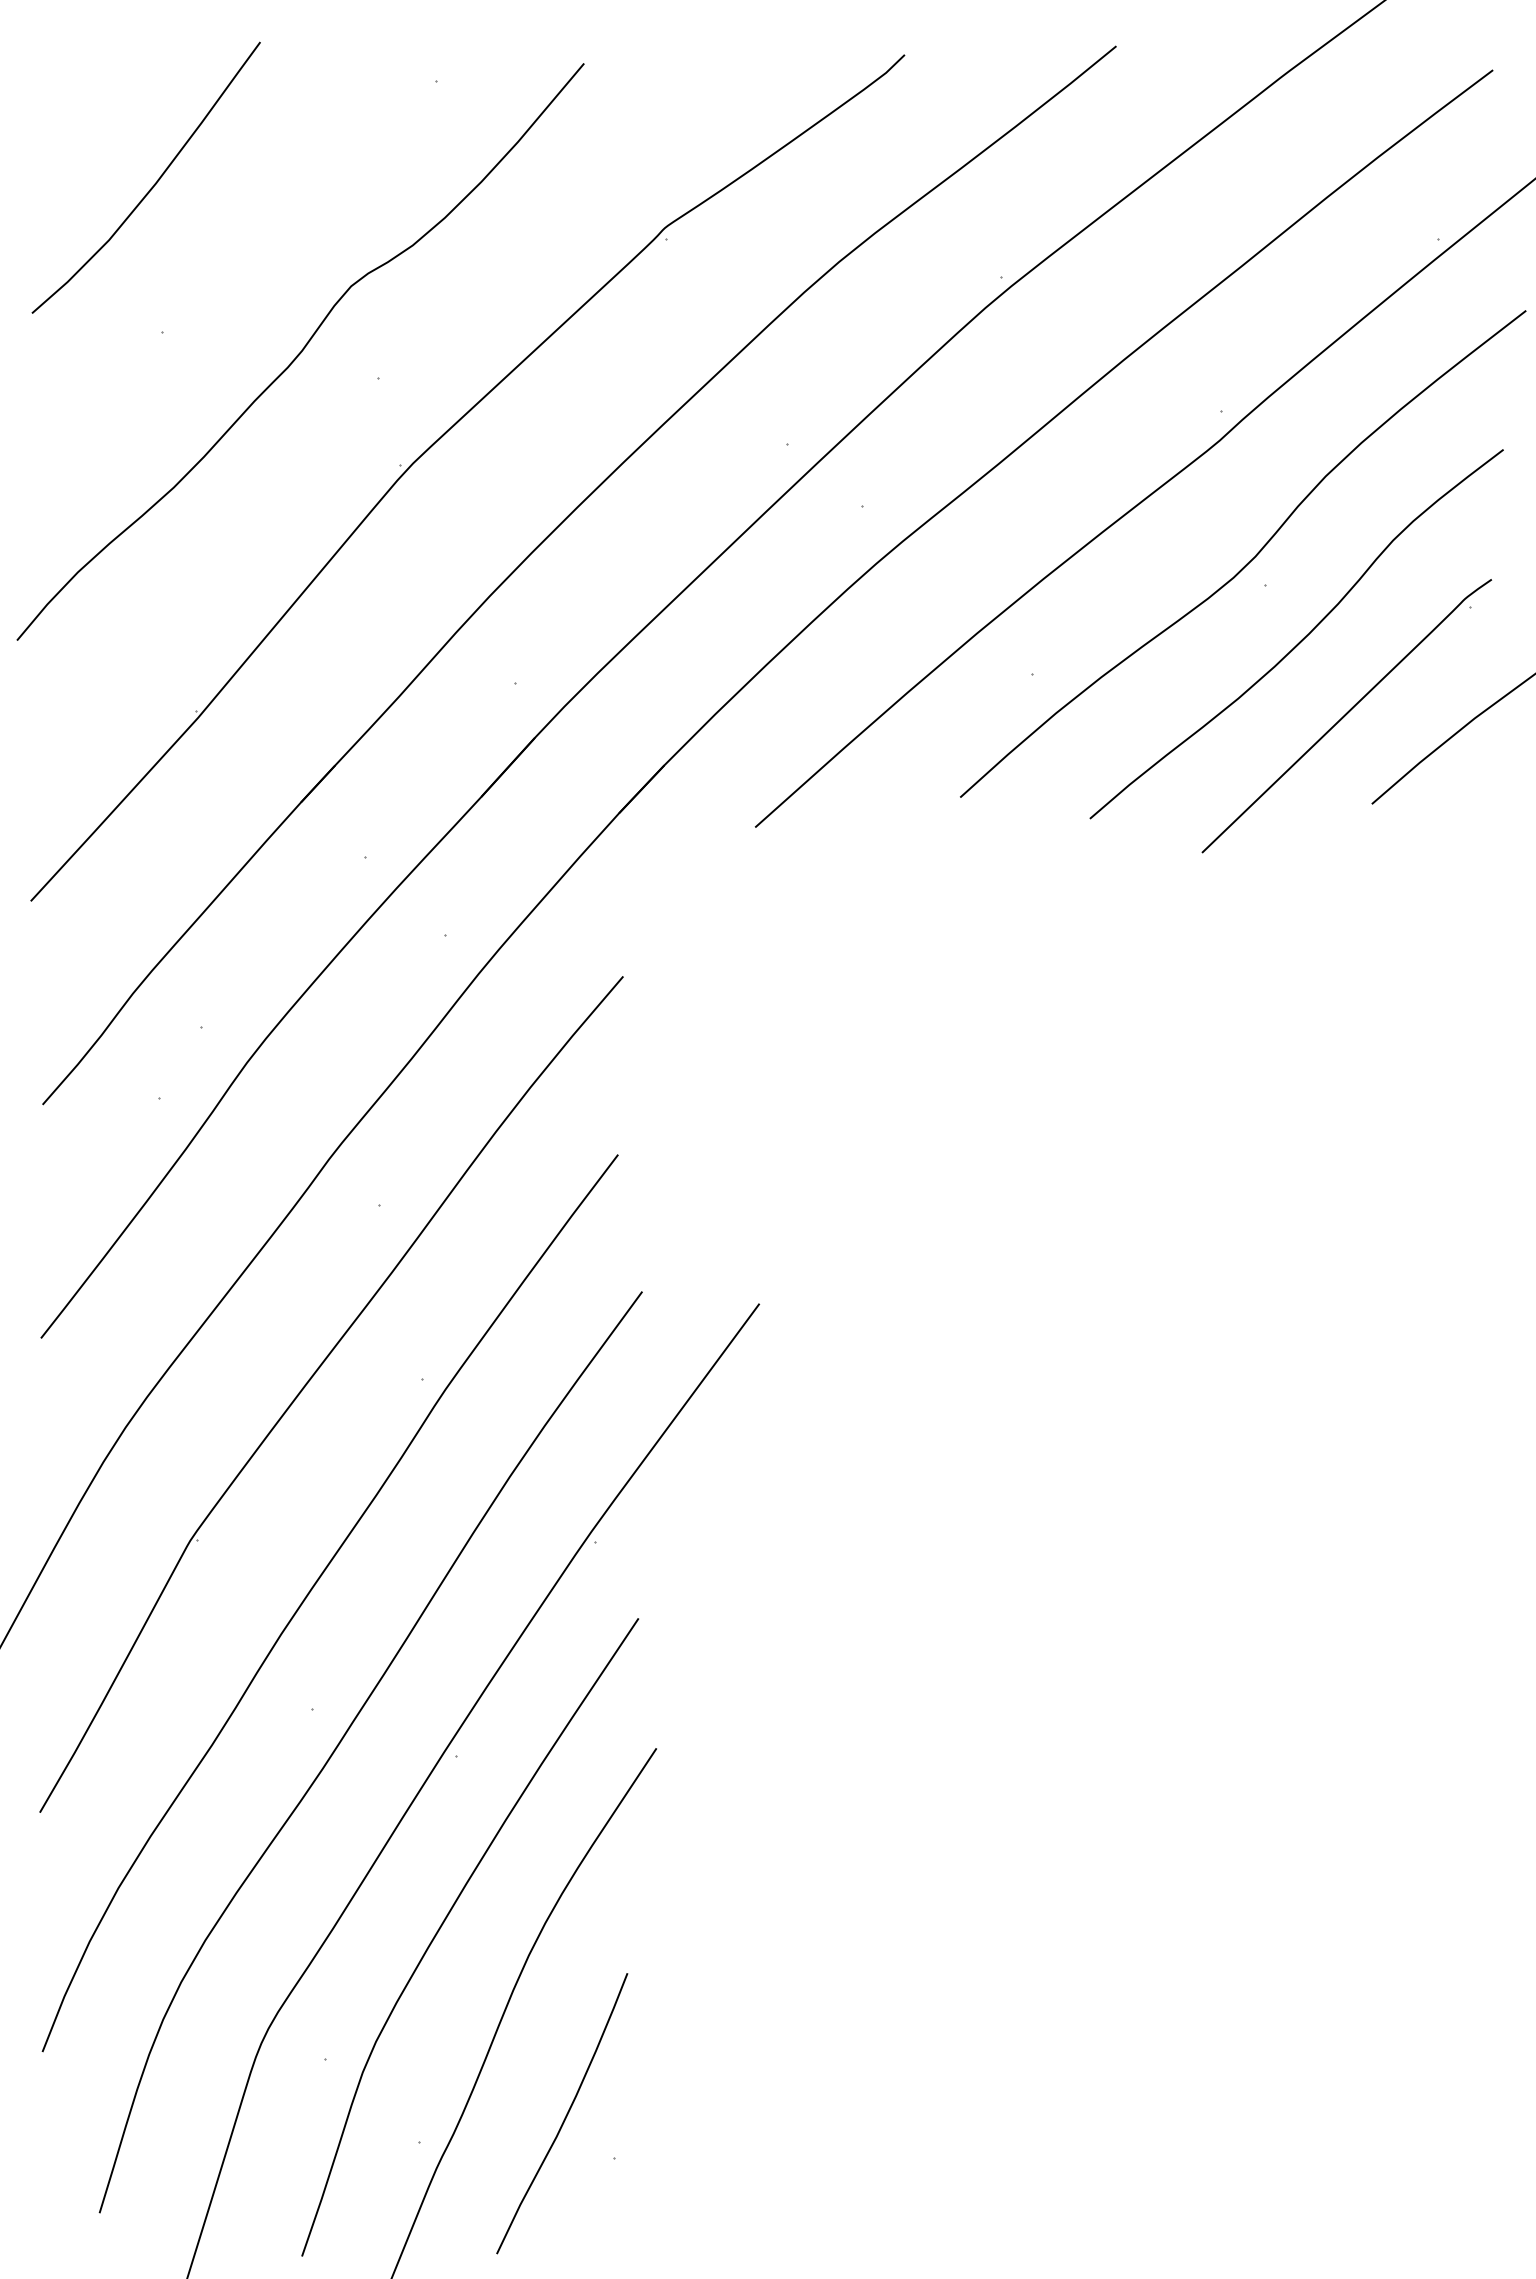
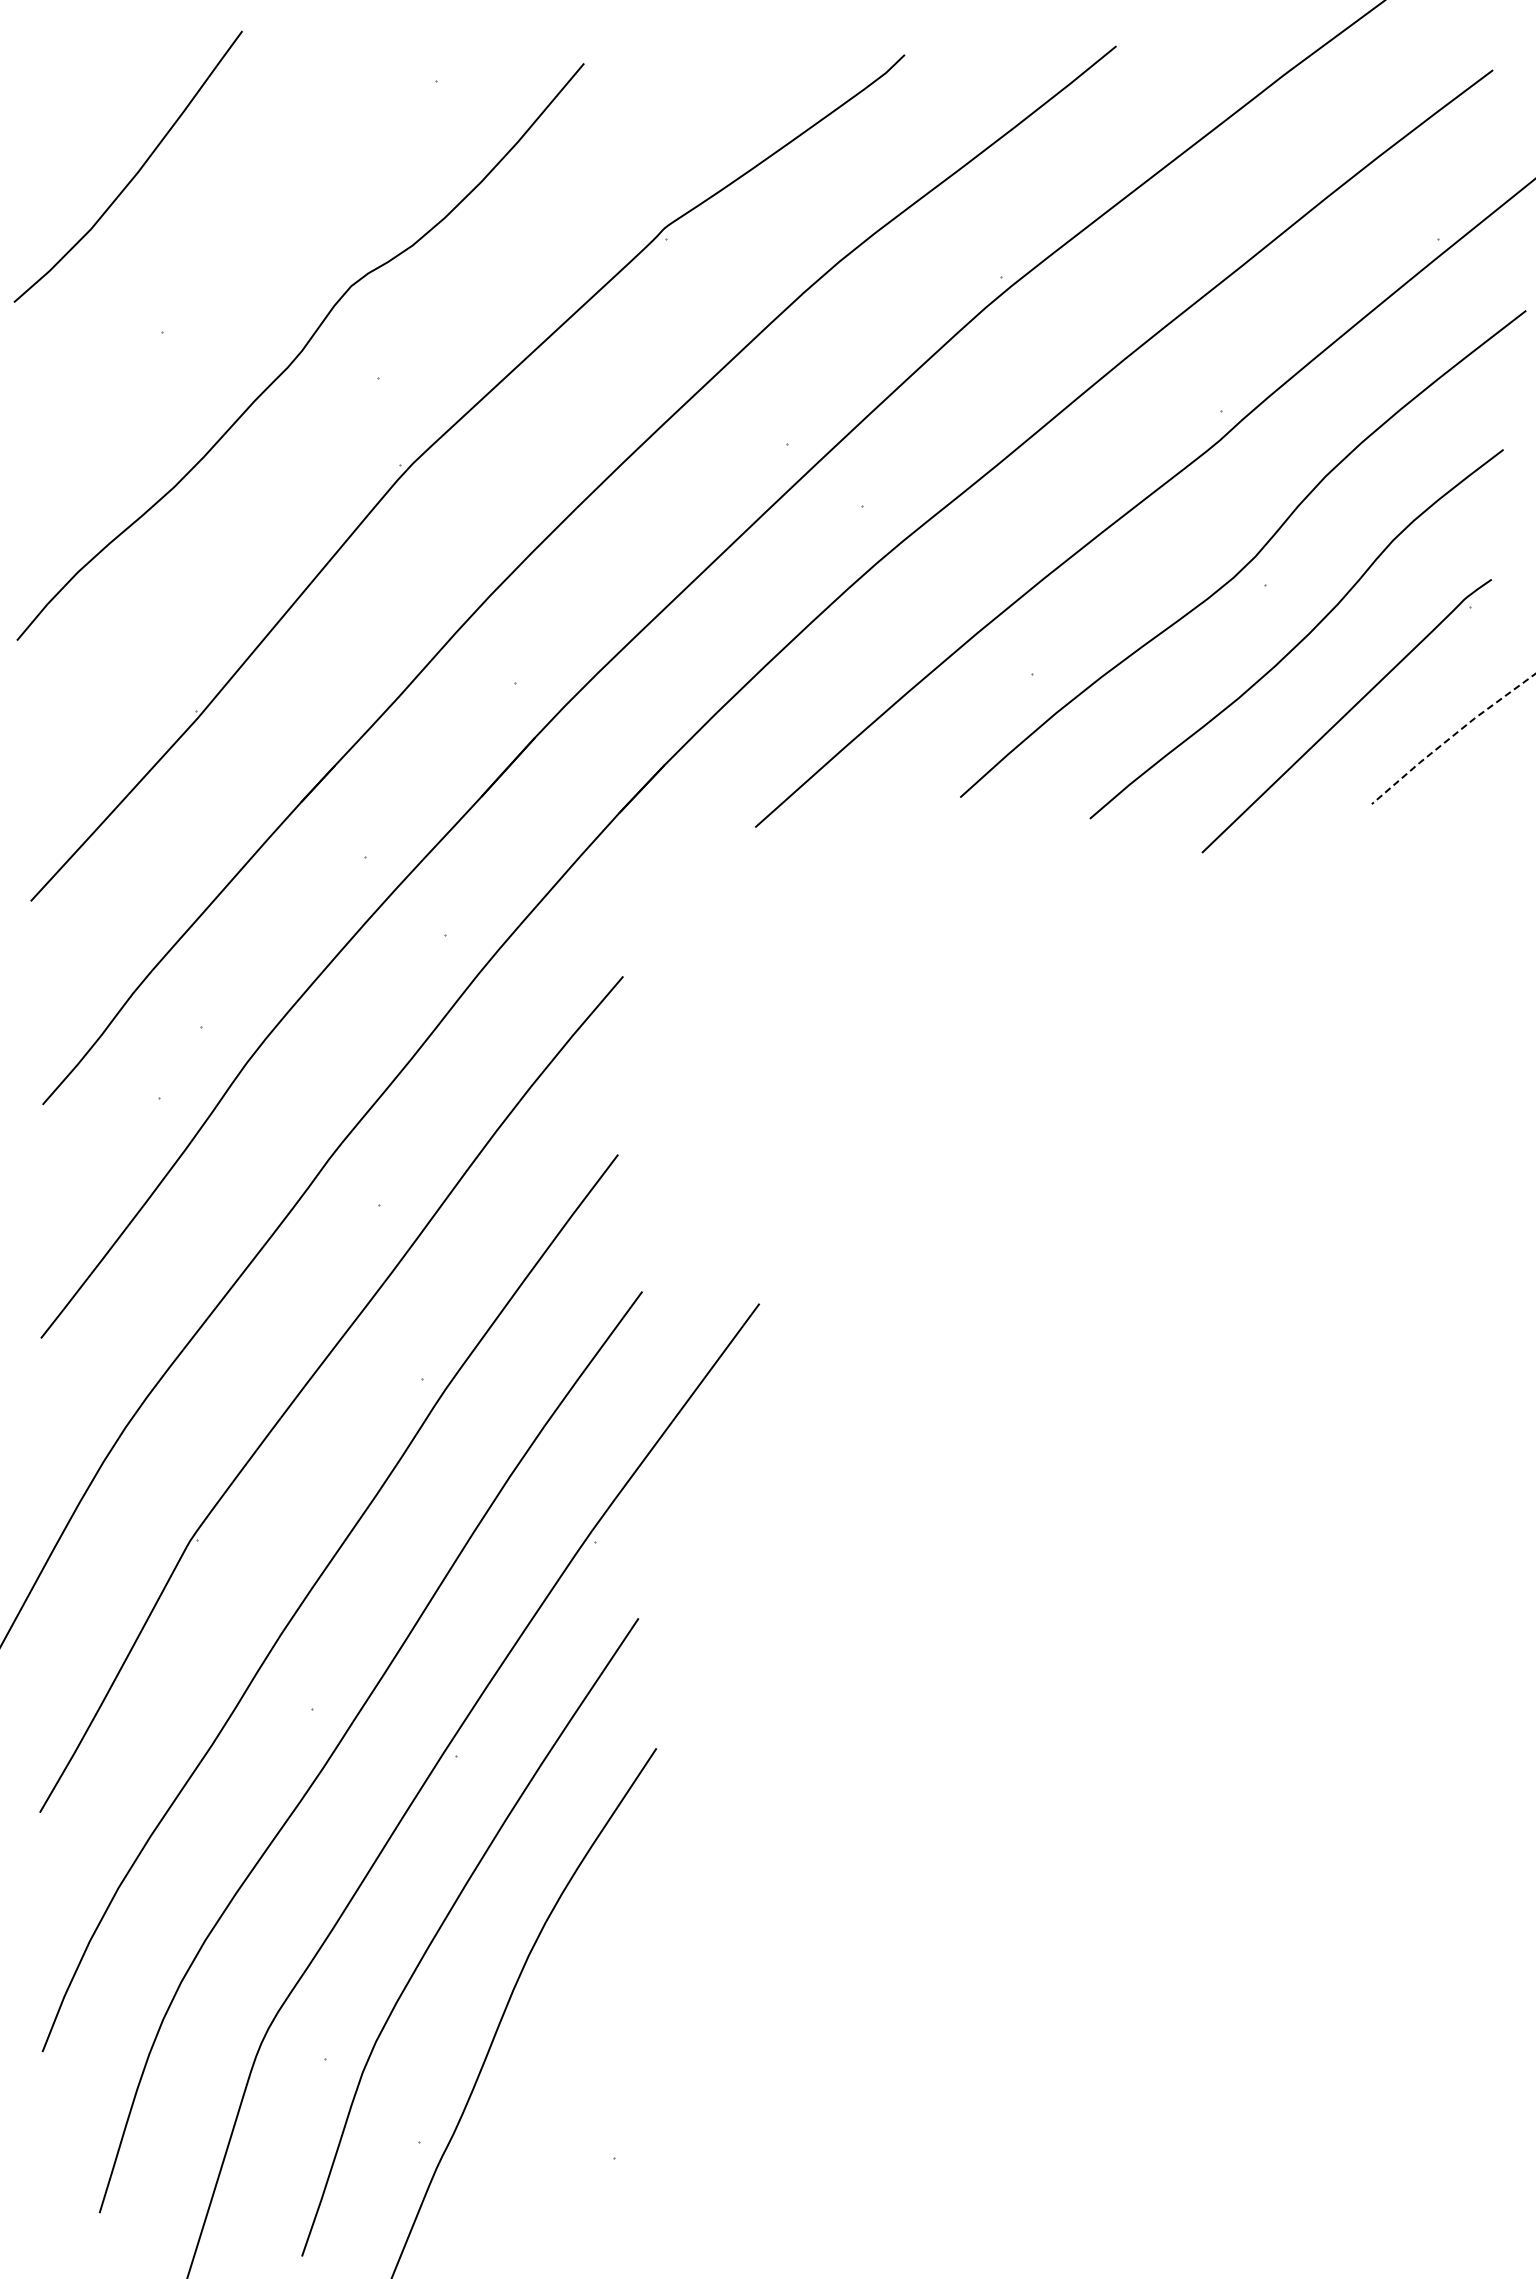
curve at (153, 184) position: (153, 184) -> (135, 173)
line at (1451, 737): solid -> dashed
curve at (565, 2115): present -> none
